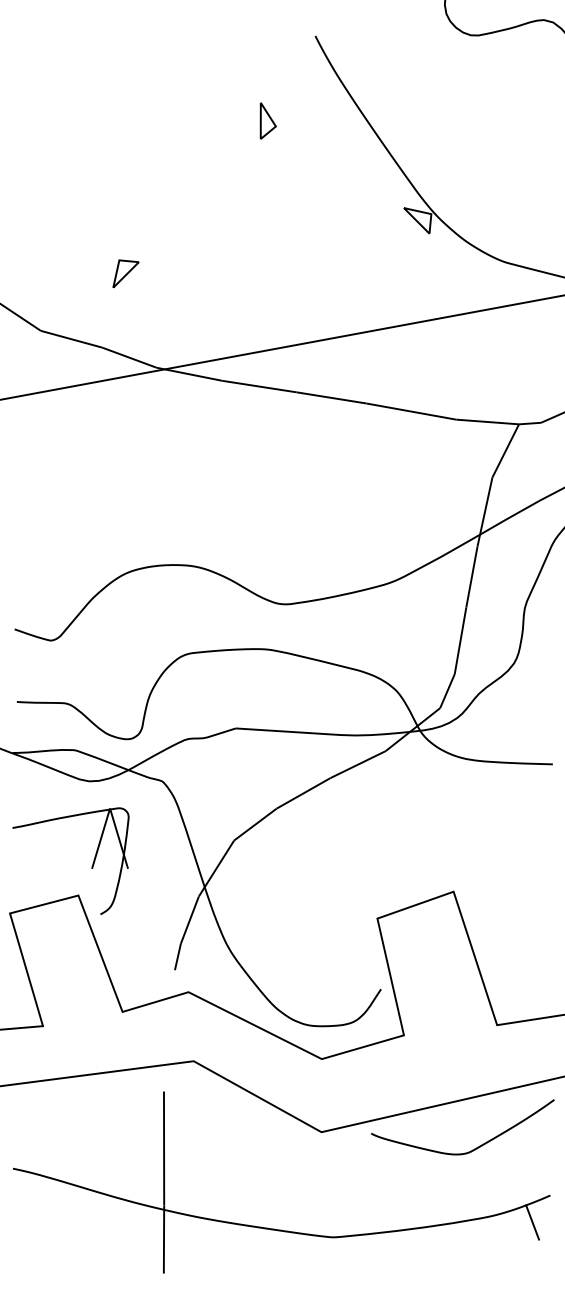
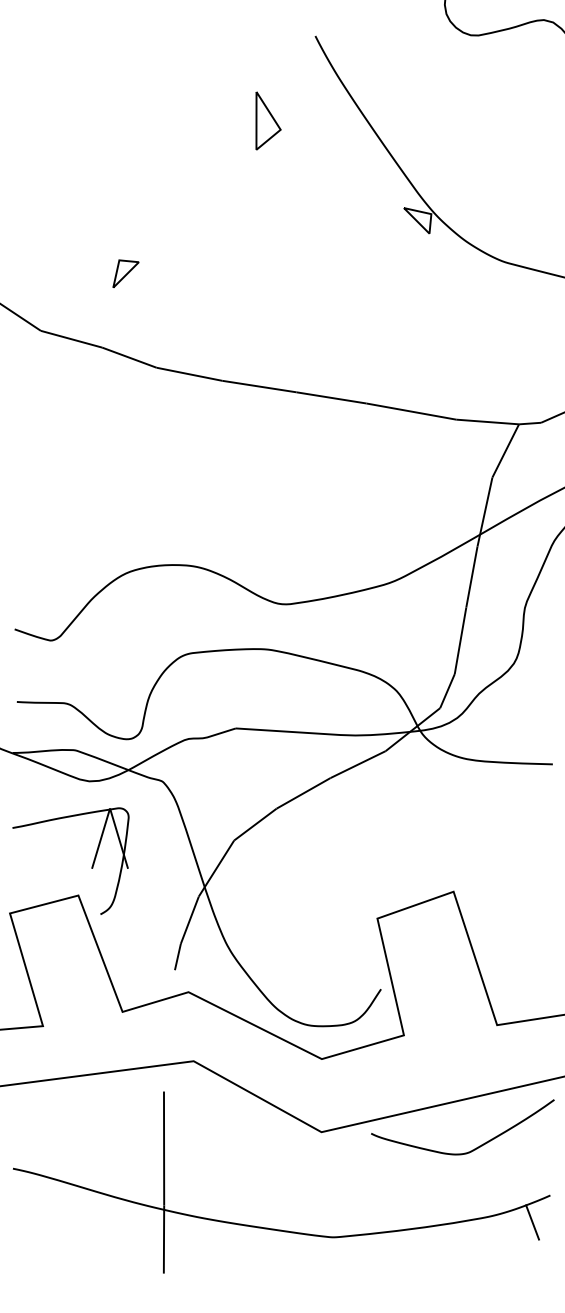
part at (267, 120) size: 18x38 px -> 27x60 px
line at (281, 347): present -> none
